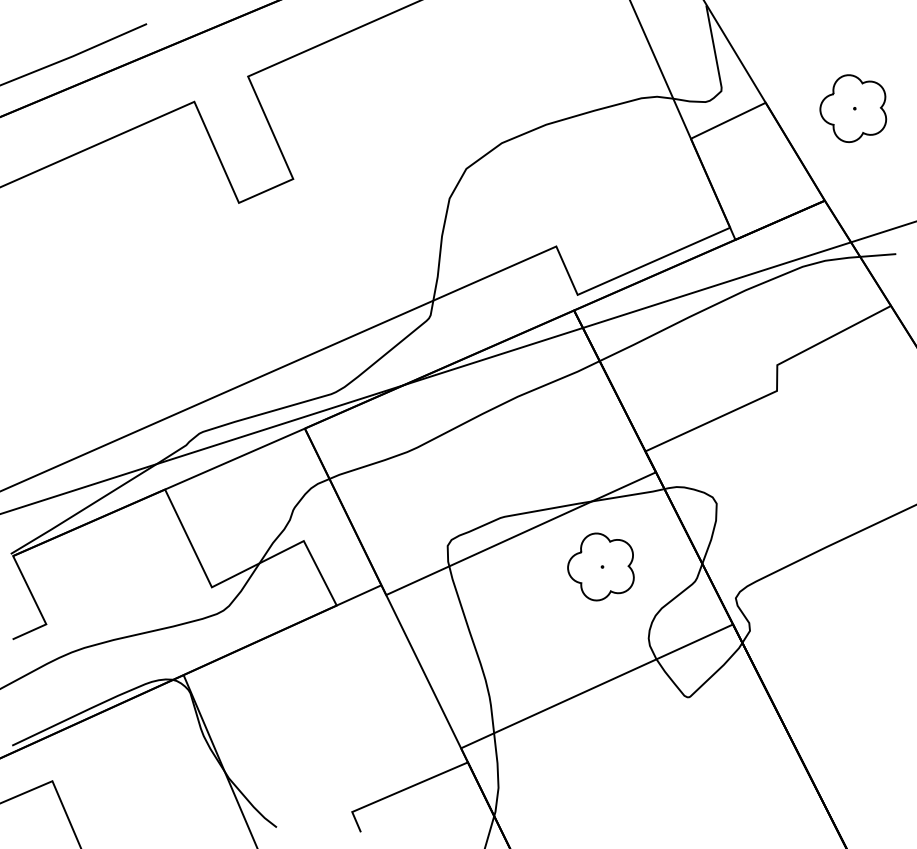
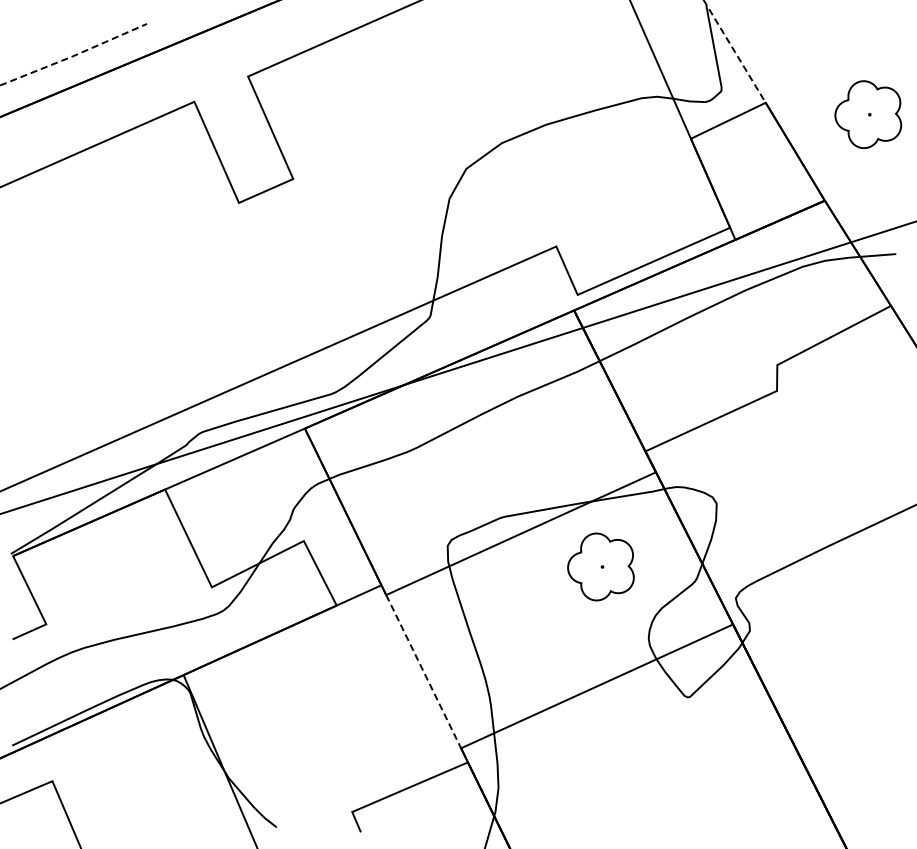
line at (734, 51): solid -> dashed
line at (73, 55): solid -> dashed
part at (853, 108) position: (853, 108) -> (868, 114)
line at (423, 672): solid -> dashed
